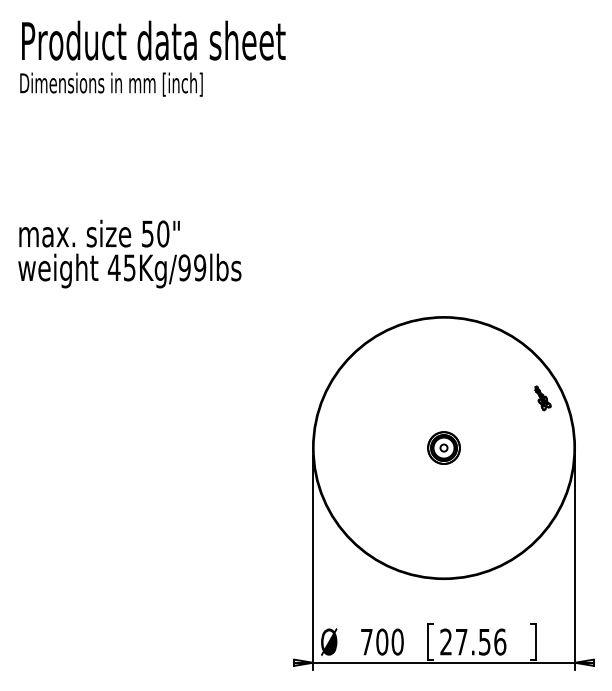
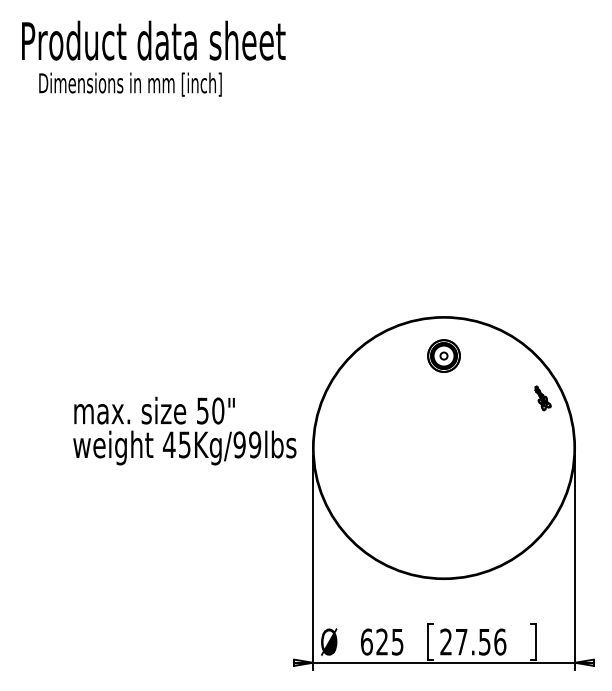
text at (111, 84) position: (111, 84) -> (130, 84)
text at (129, 253) position: (129, 253) -> (184, 430)
part at (443, 447) position: (443, 447) -> (443, 355)
text at (381, 641): 700 -> 625
